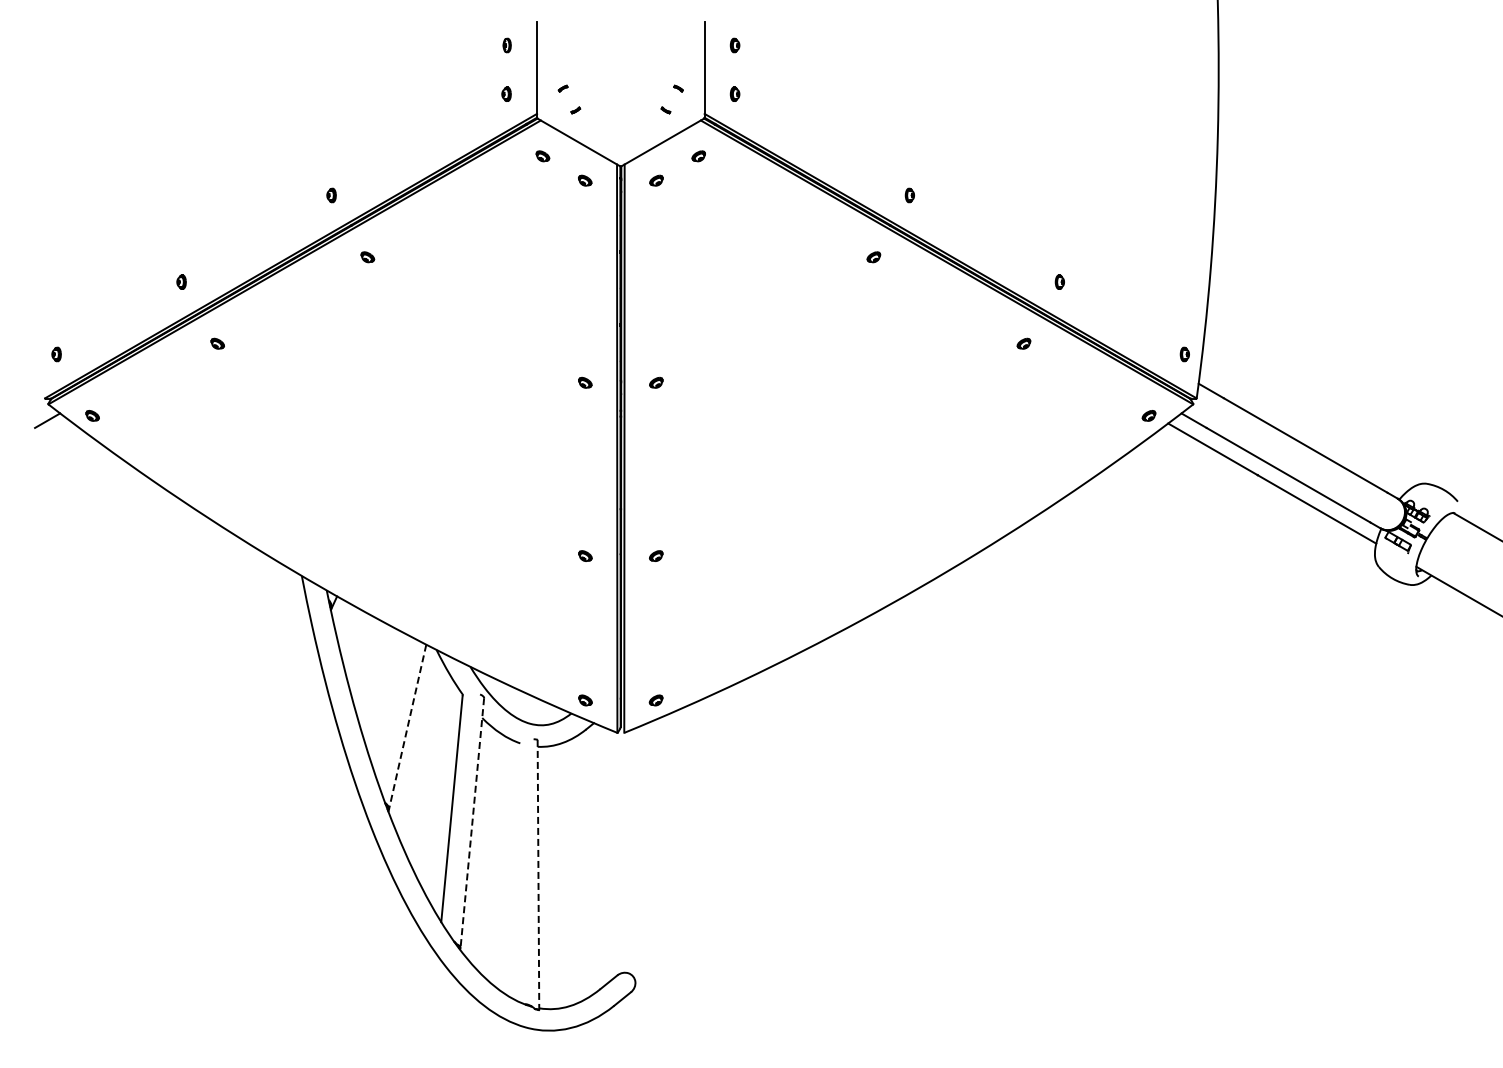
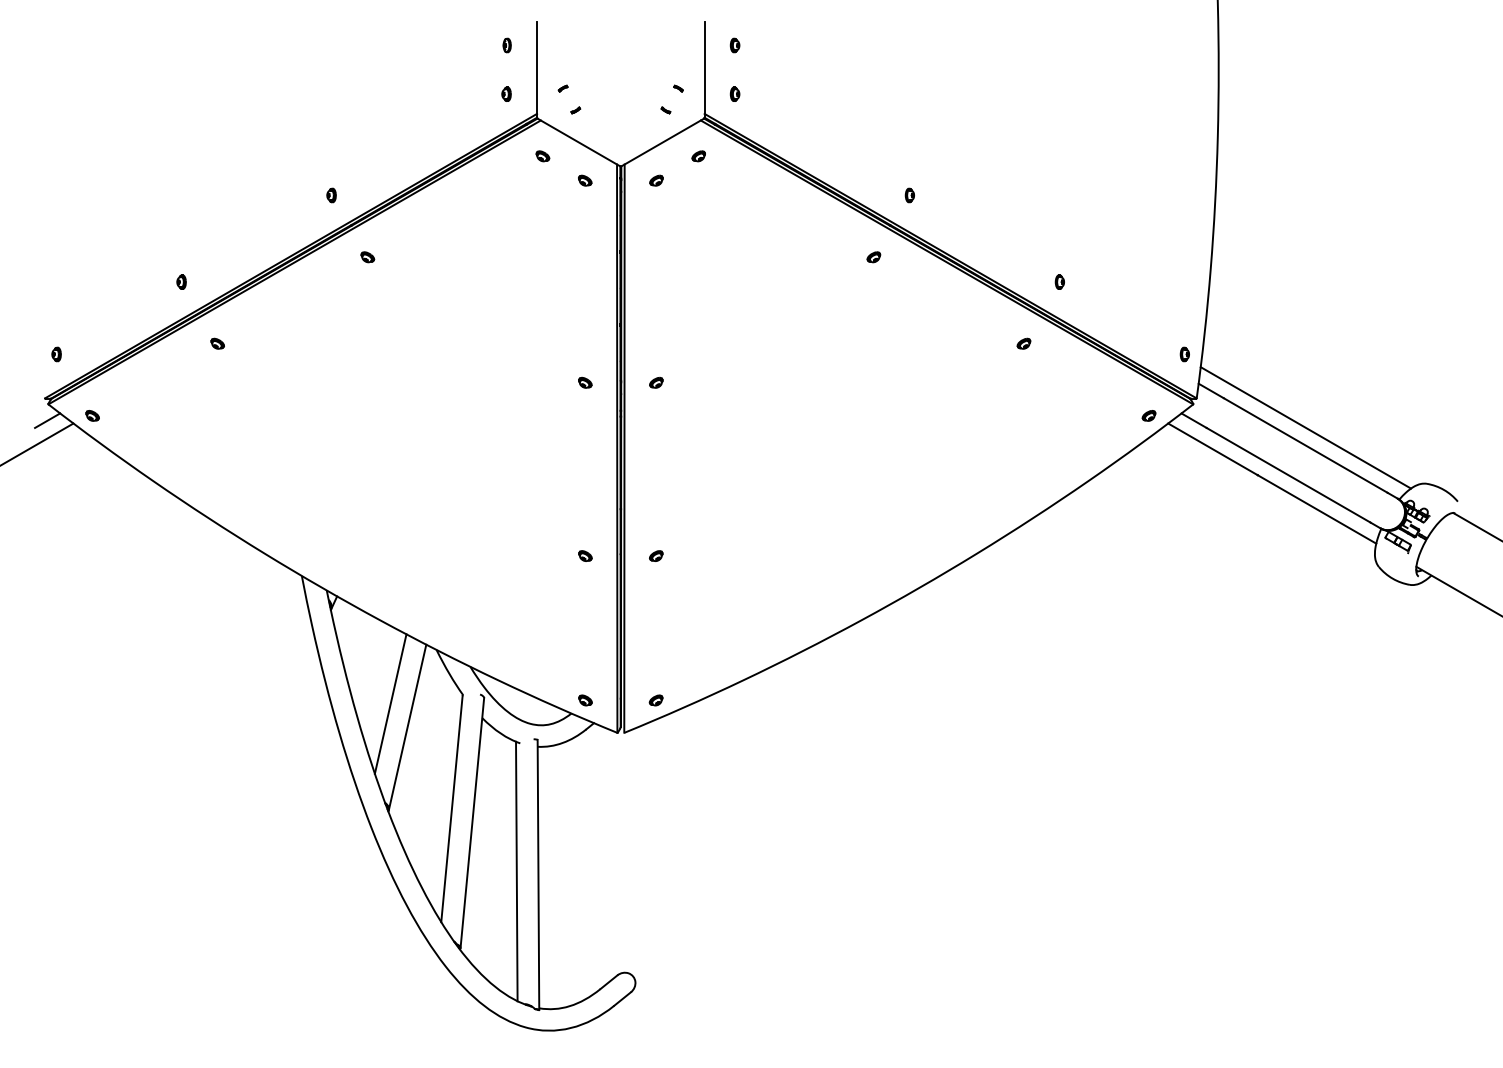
line at (1305, 427): none -> present
line at (37, 443): none -> present
line at (390, 703): none -> present
line at (407, 727): dashed -> solid
line at (472, 823): dashed -> solid
line at (516, 871): none -> present
line at (538, 874): dashed -> solid
